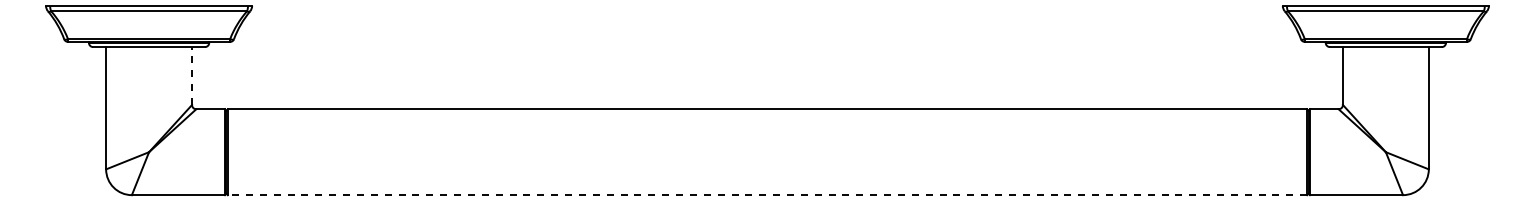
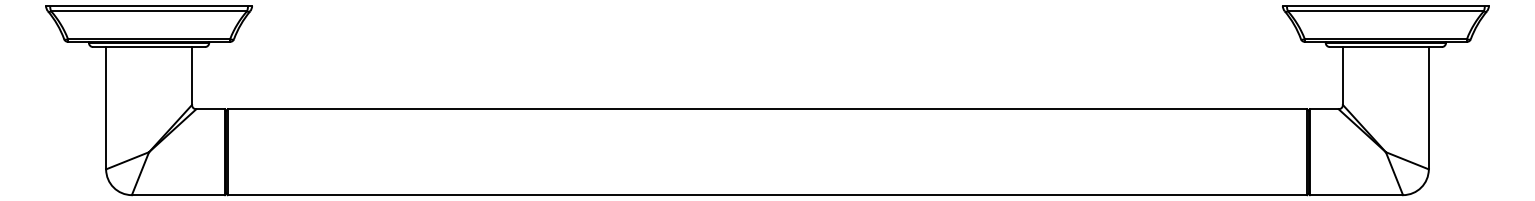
line at (192, 76): dashed -> solid
line at (767, 195): dashed -> solid
